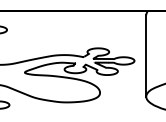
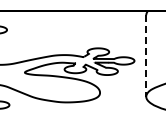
line at (146, 56): solid -> dashed
